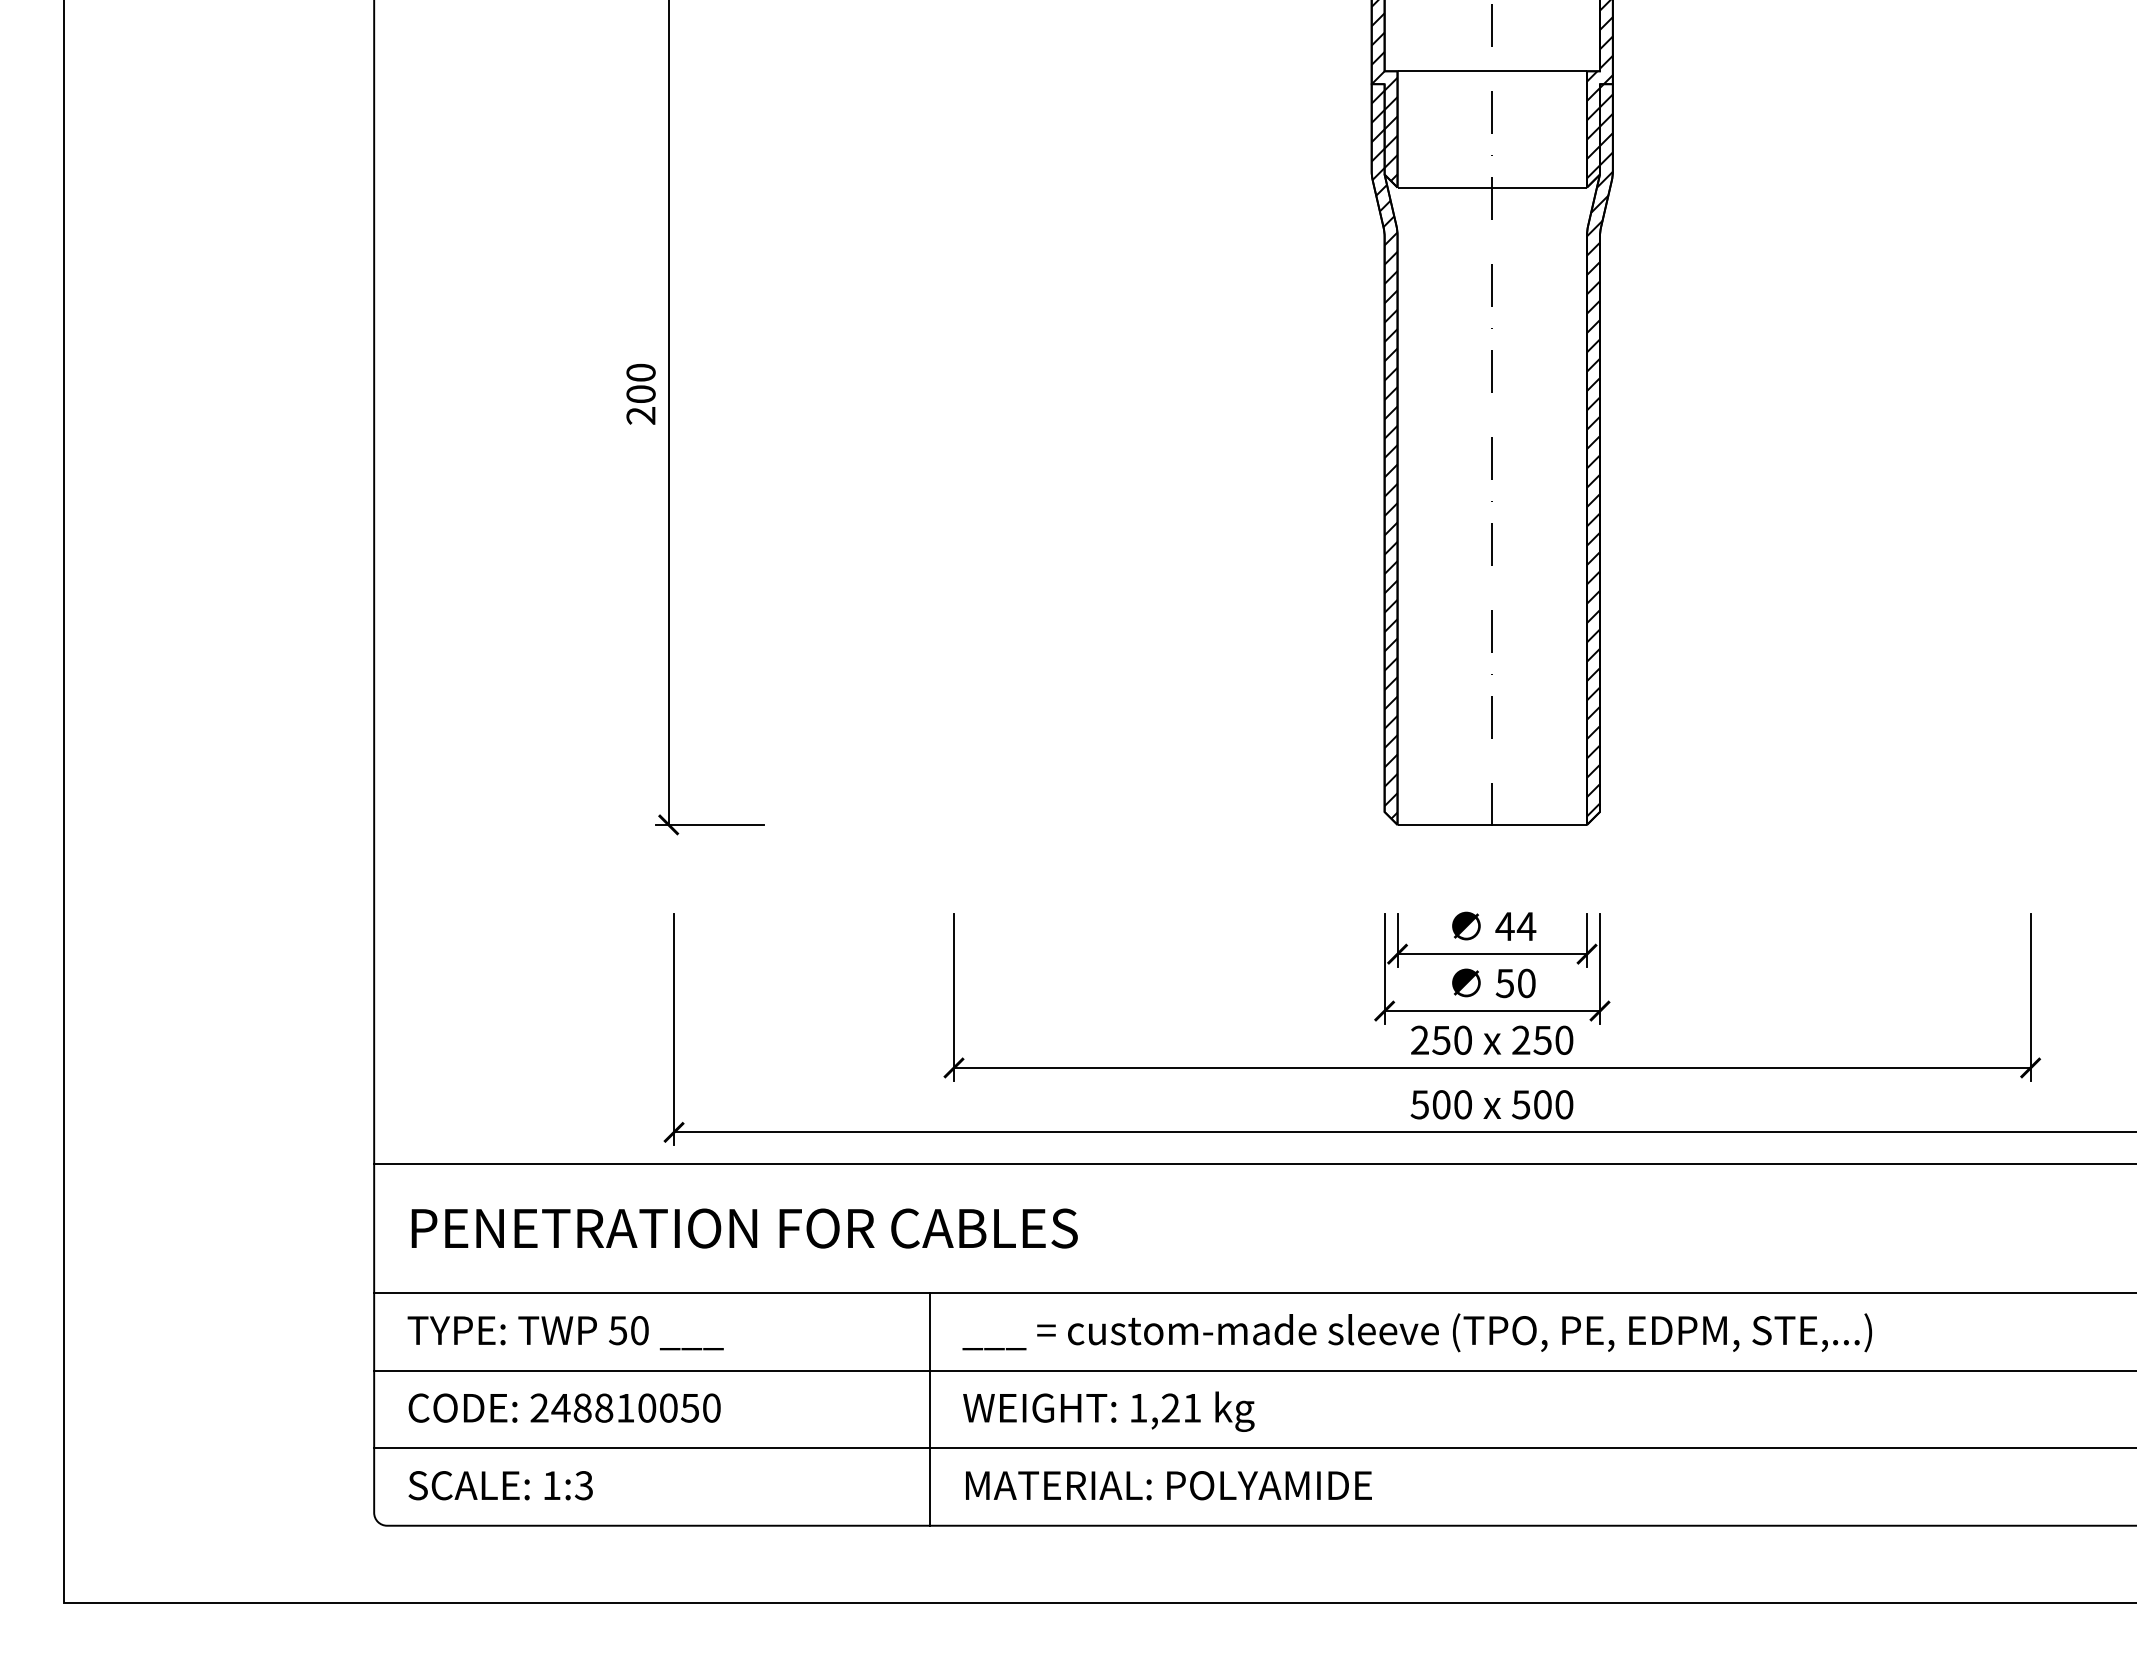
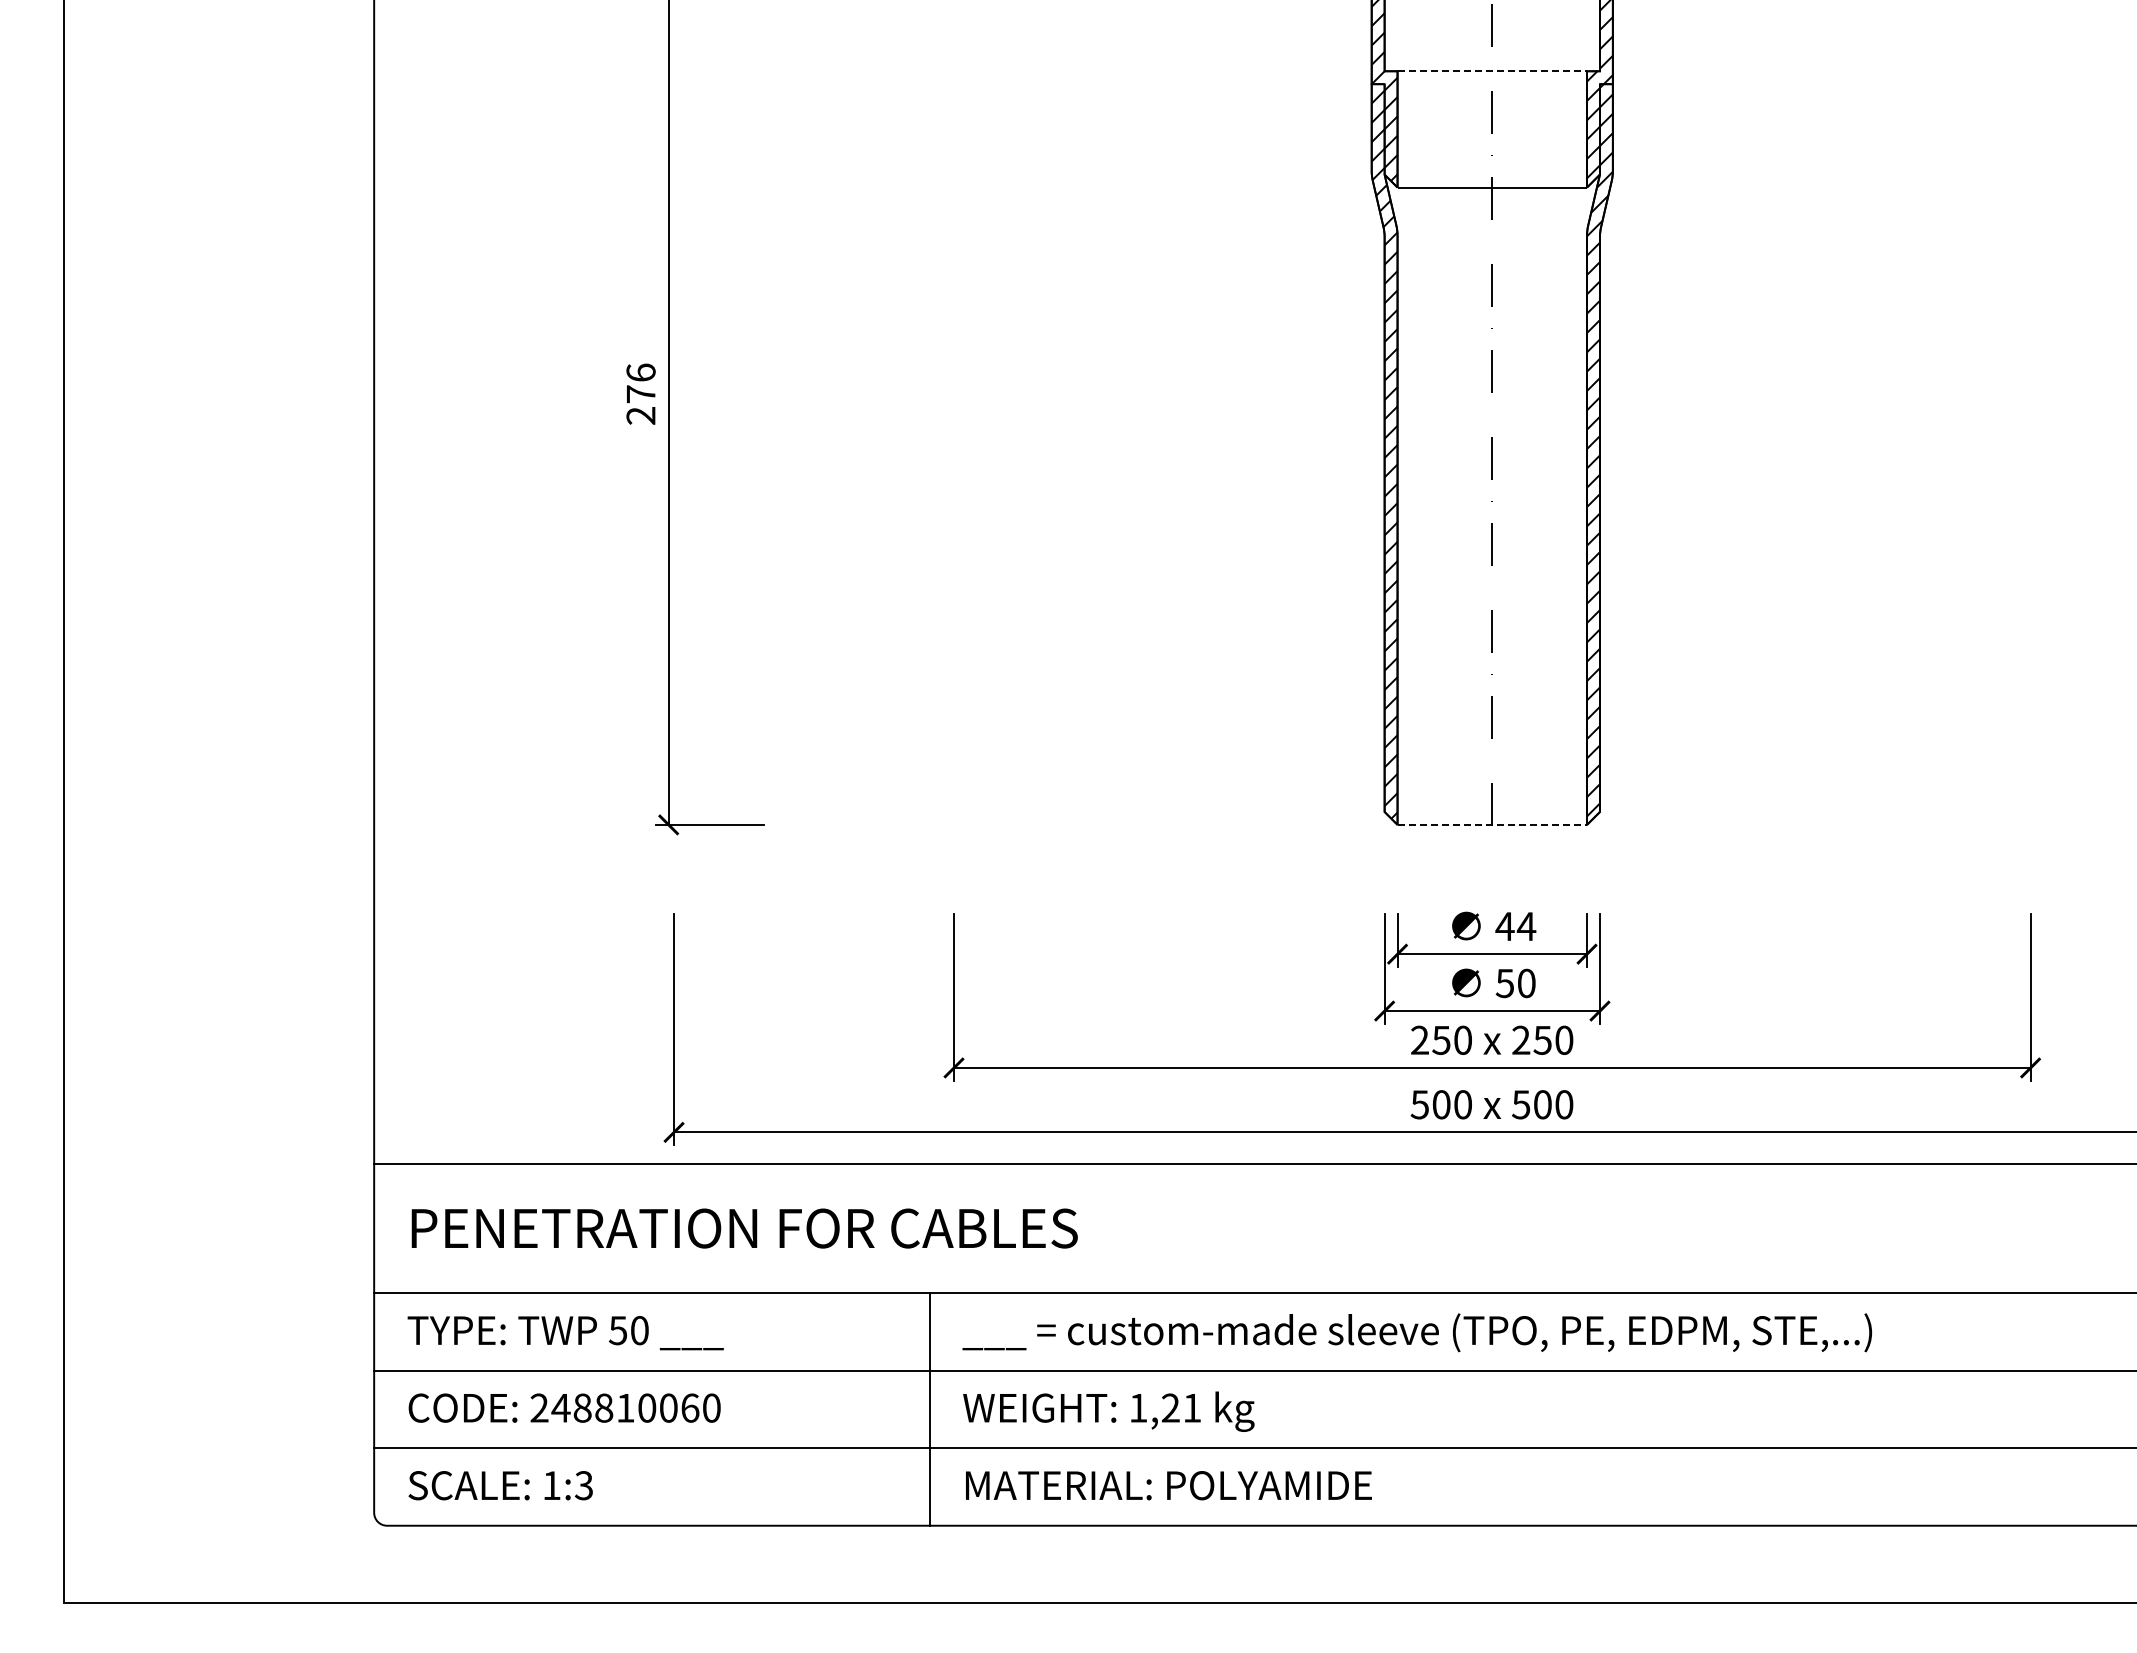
line at (1492, 71): solid -> dashed
text at (640, 383): 200 -> 276
line at (1492, 824): solid -> dashed
text at (690, 1407): 248810050 -> 248810060
